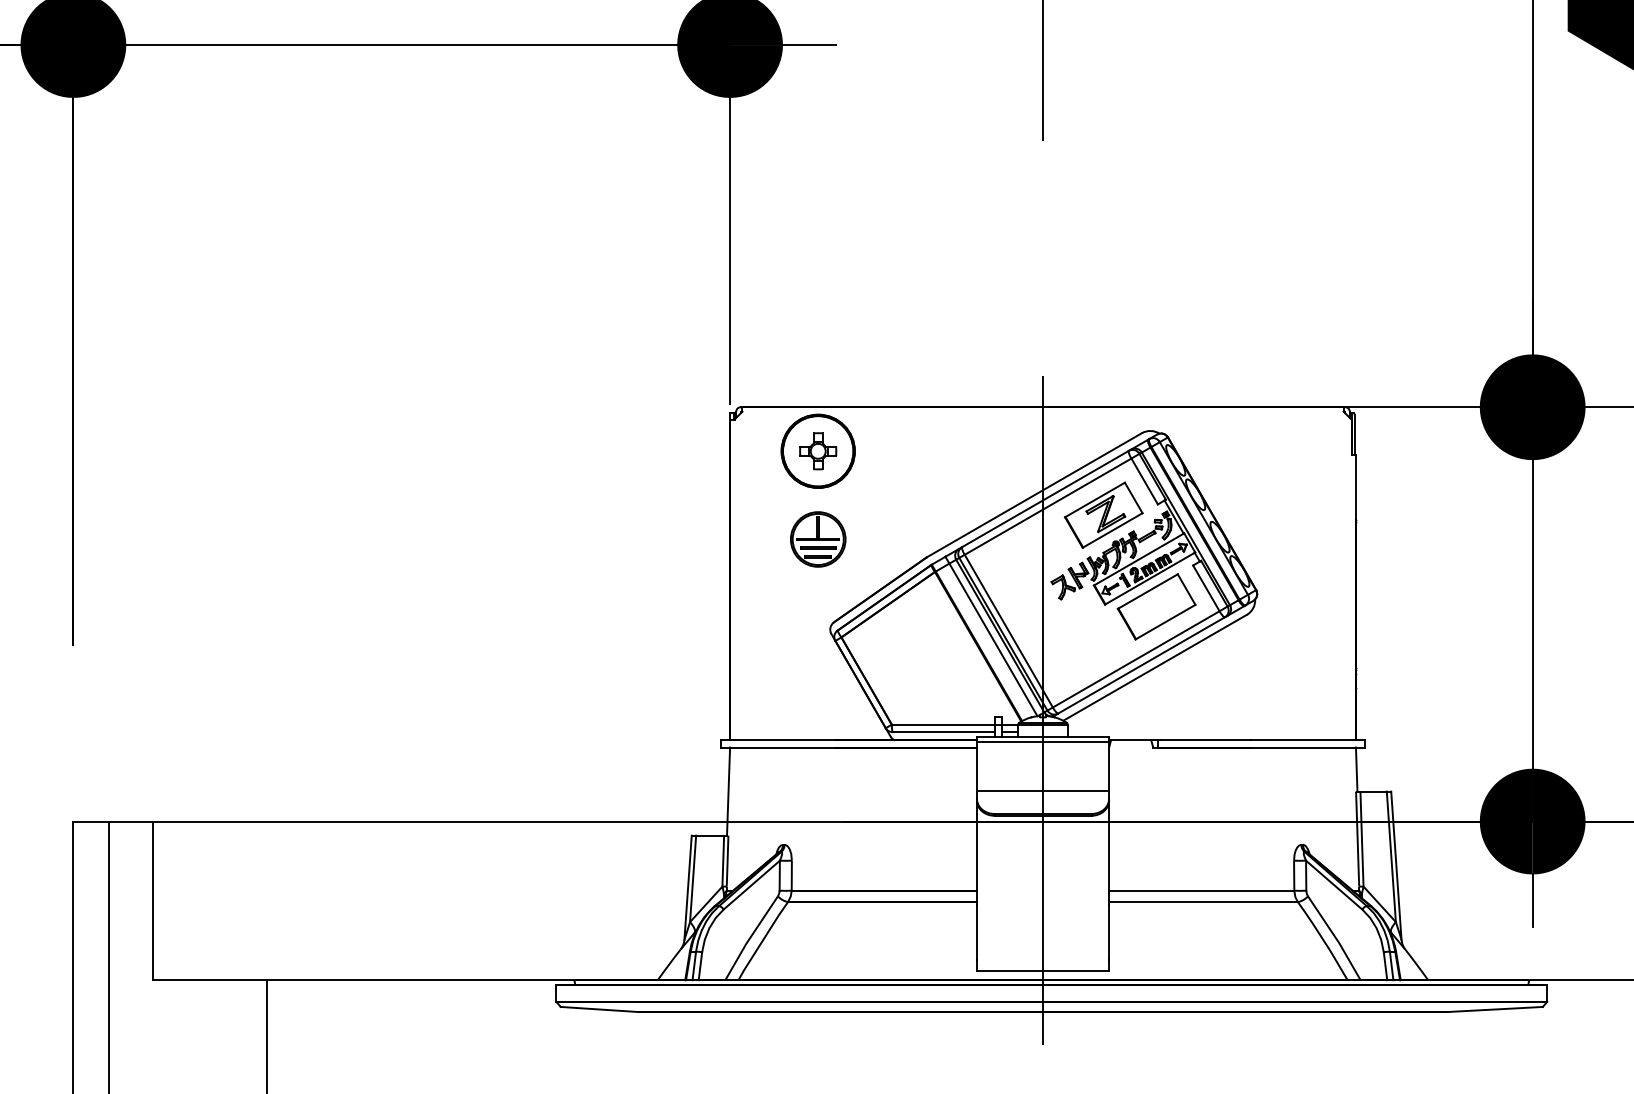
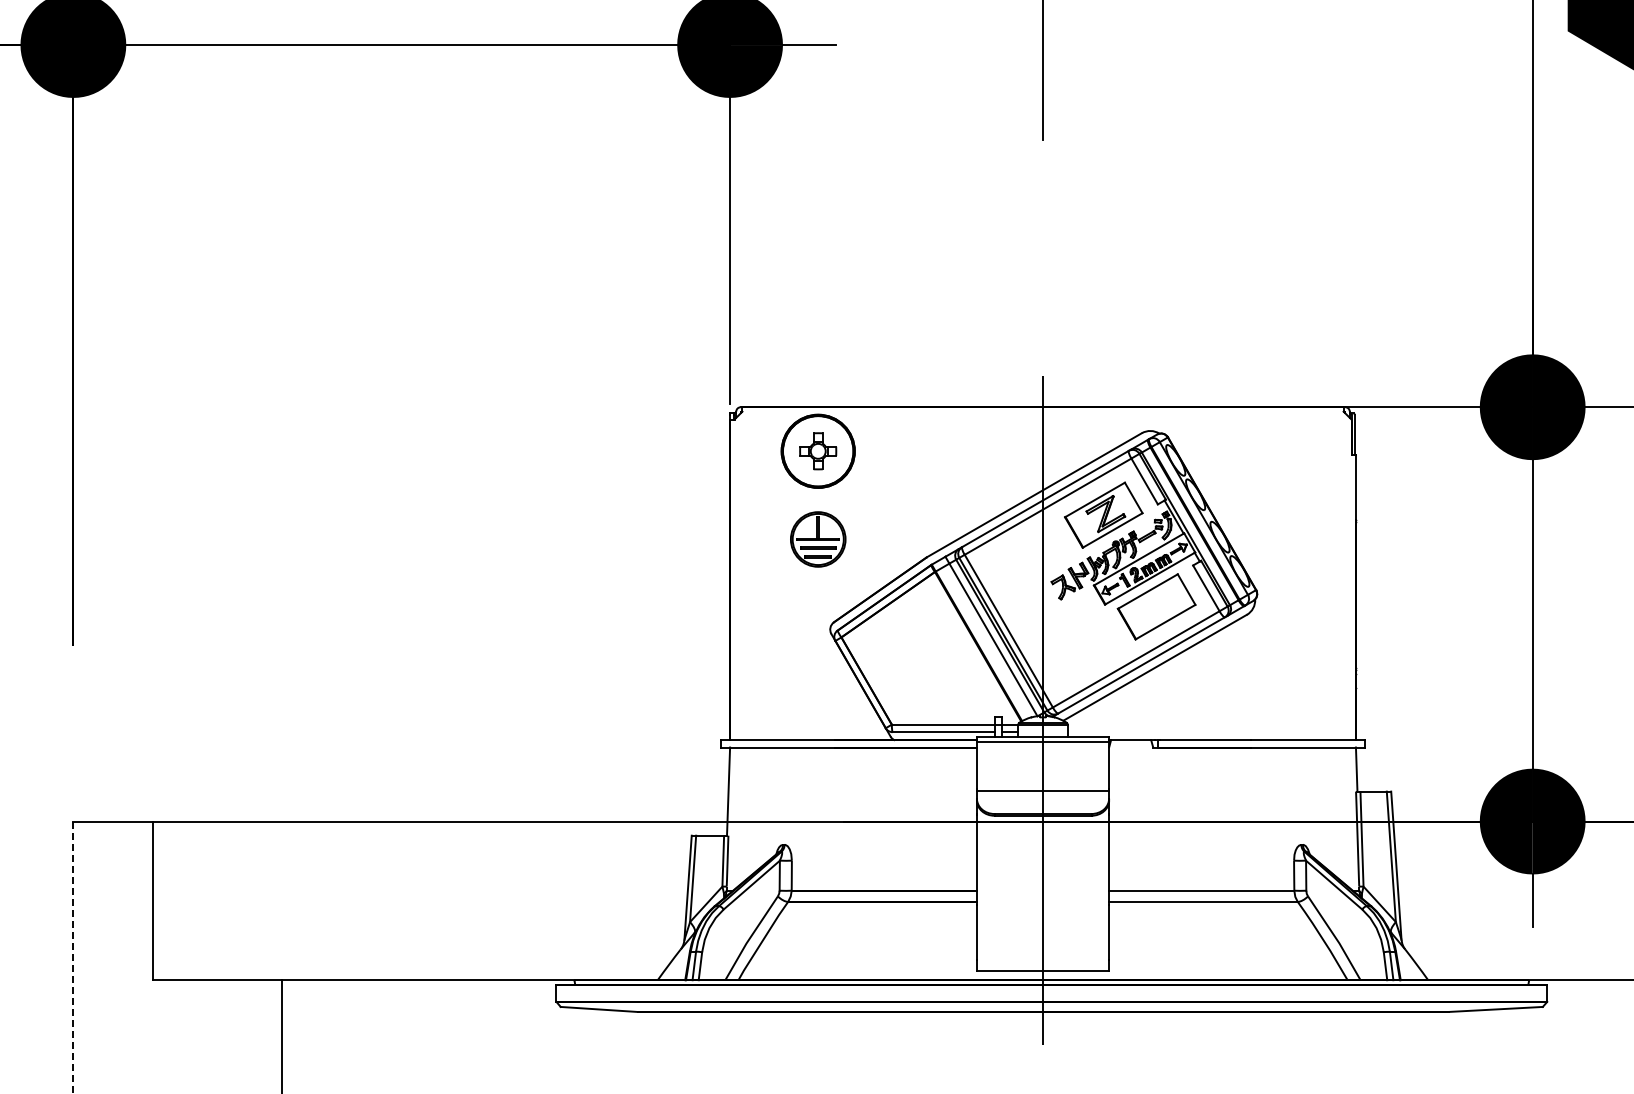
line at (108, 955): present -> none
line at (73, 957): solid -> dashed
line at (267, 1035) position: (267, 1035) -> (282, 1035)
